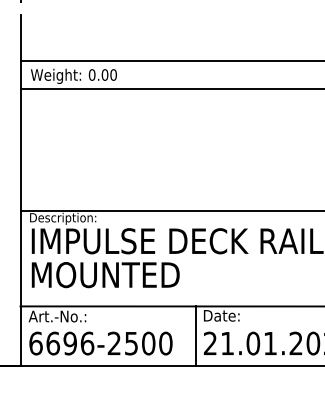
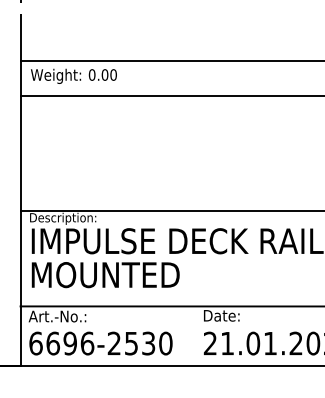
line at (170, 89) position: (170, 89) -> (170, 96)
line at (196, 336): present -> none
text at (148, 343): 6696-2500 -> 6696-2530
